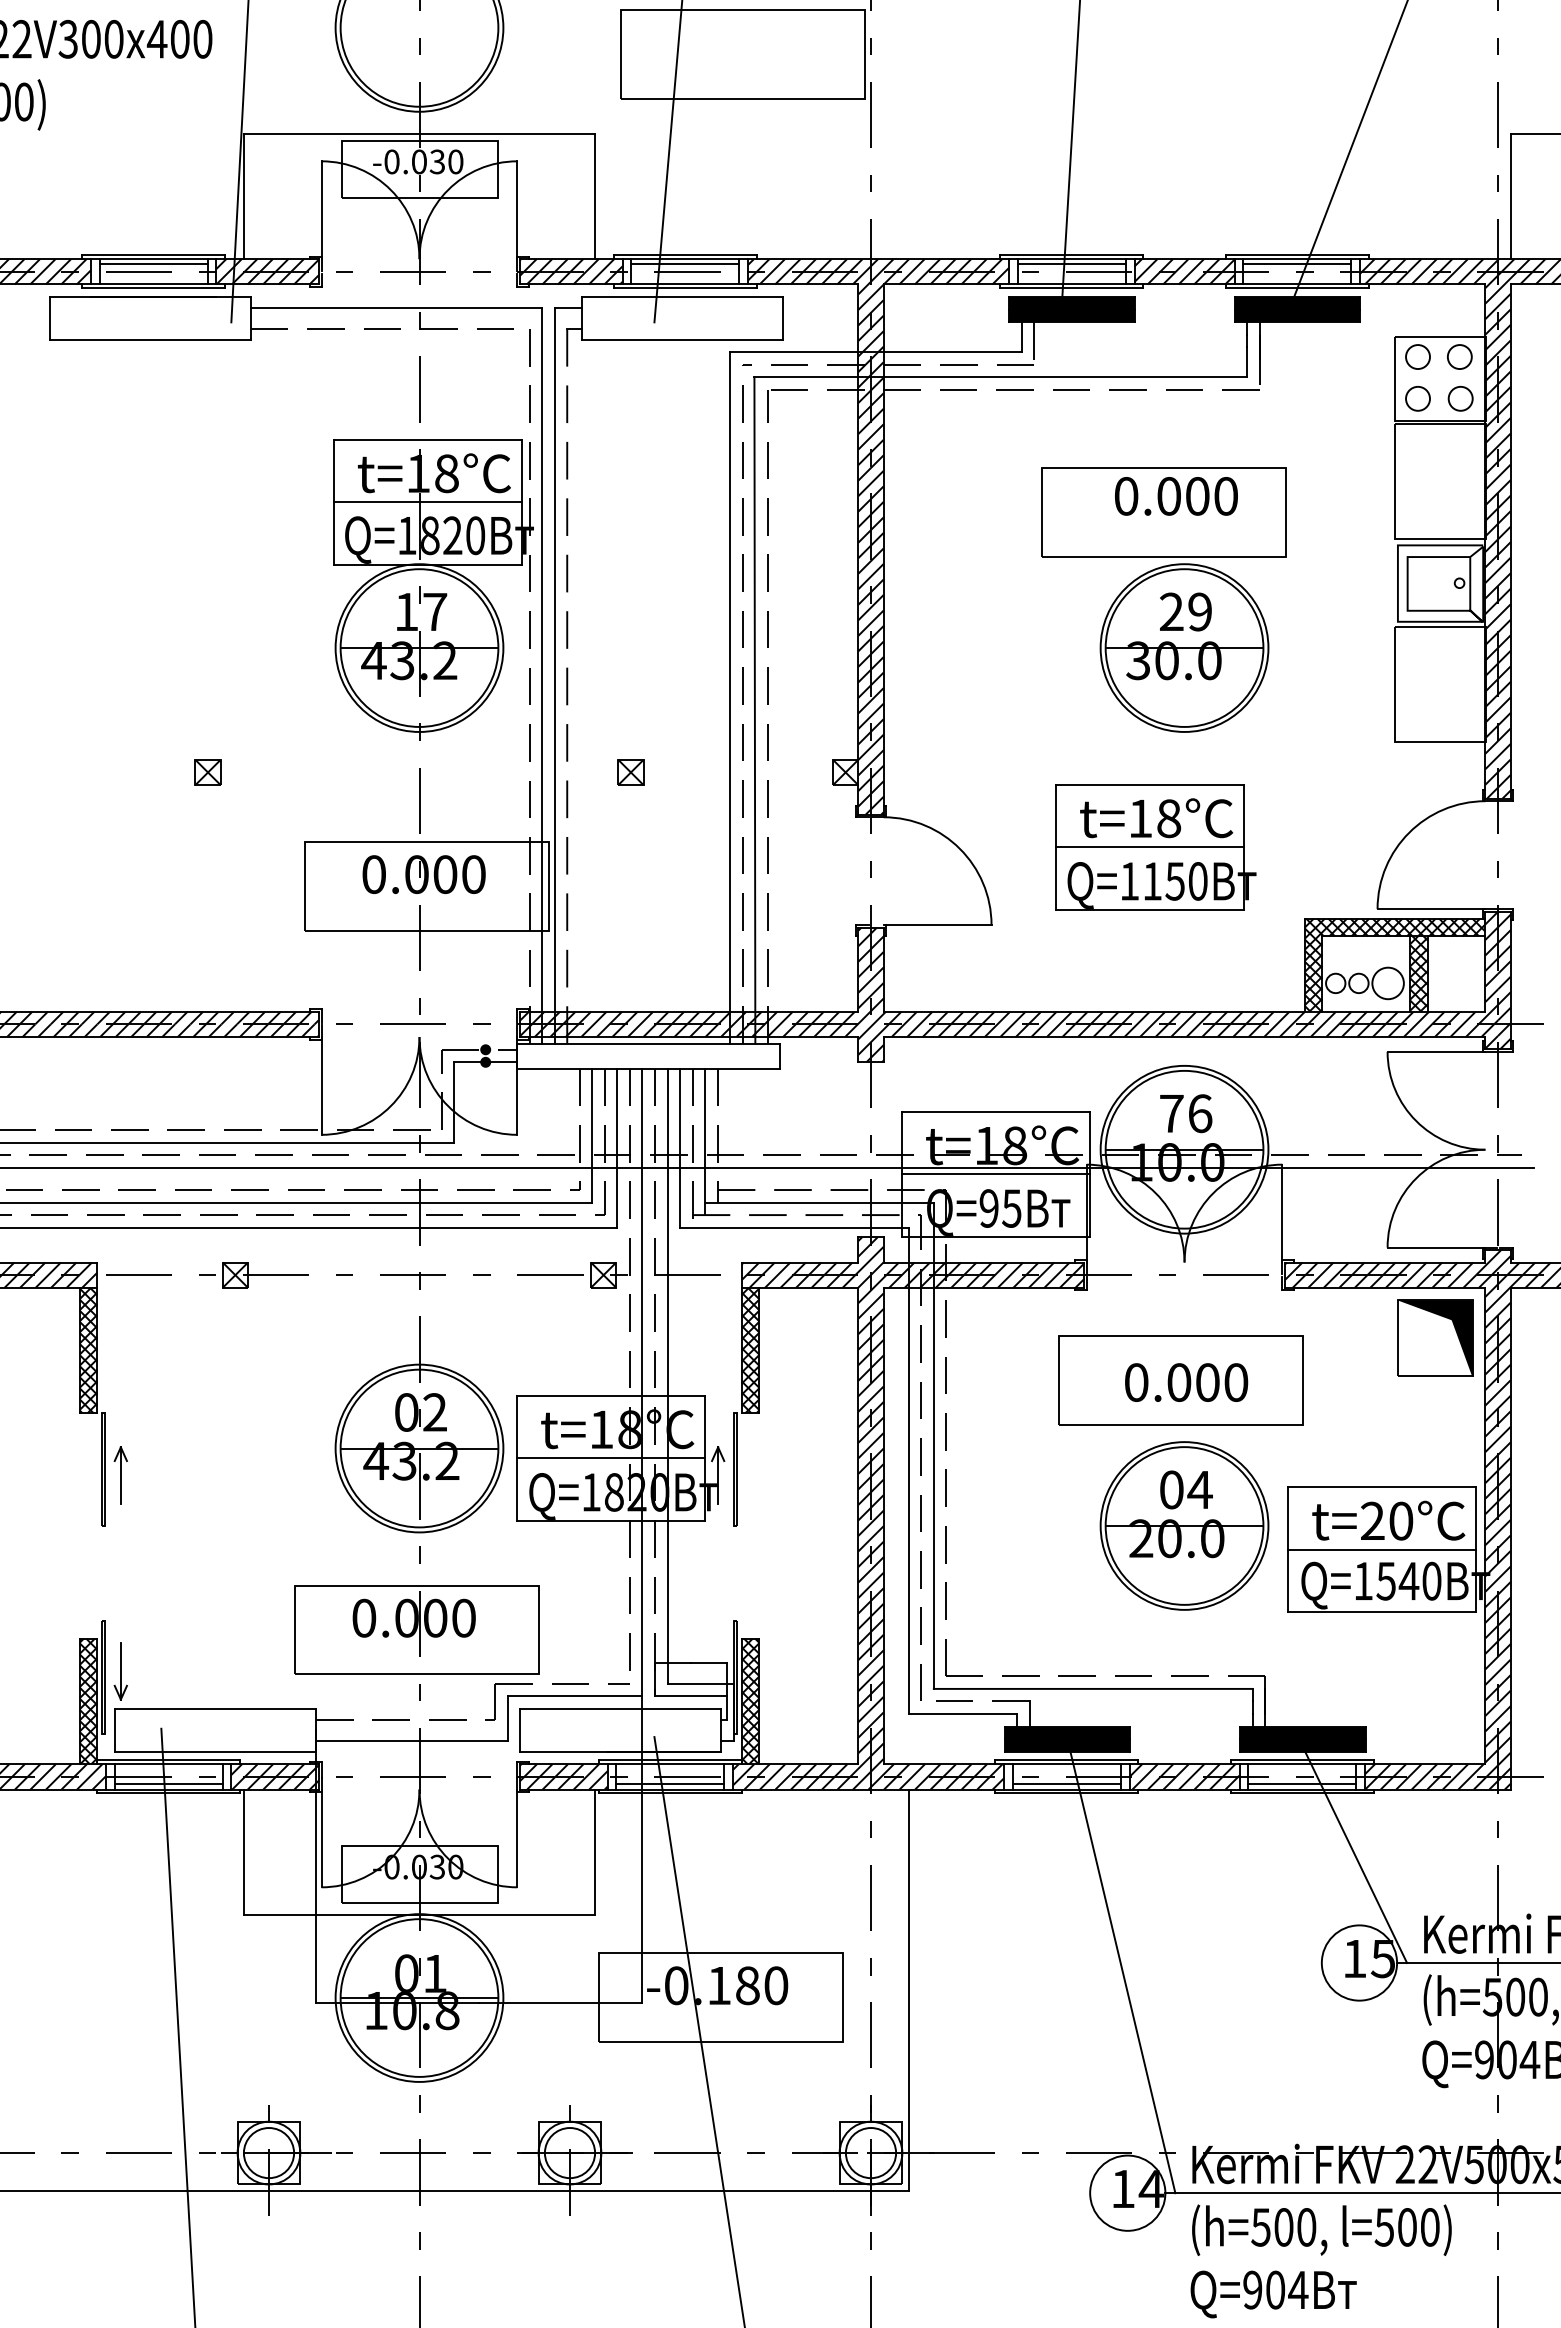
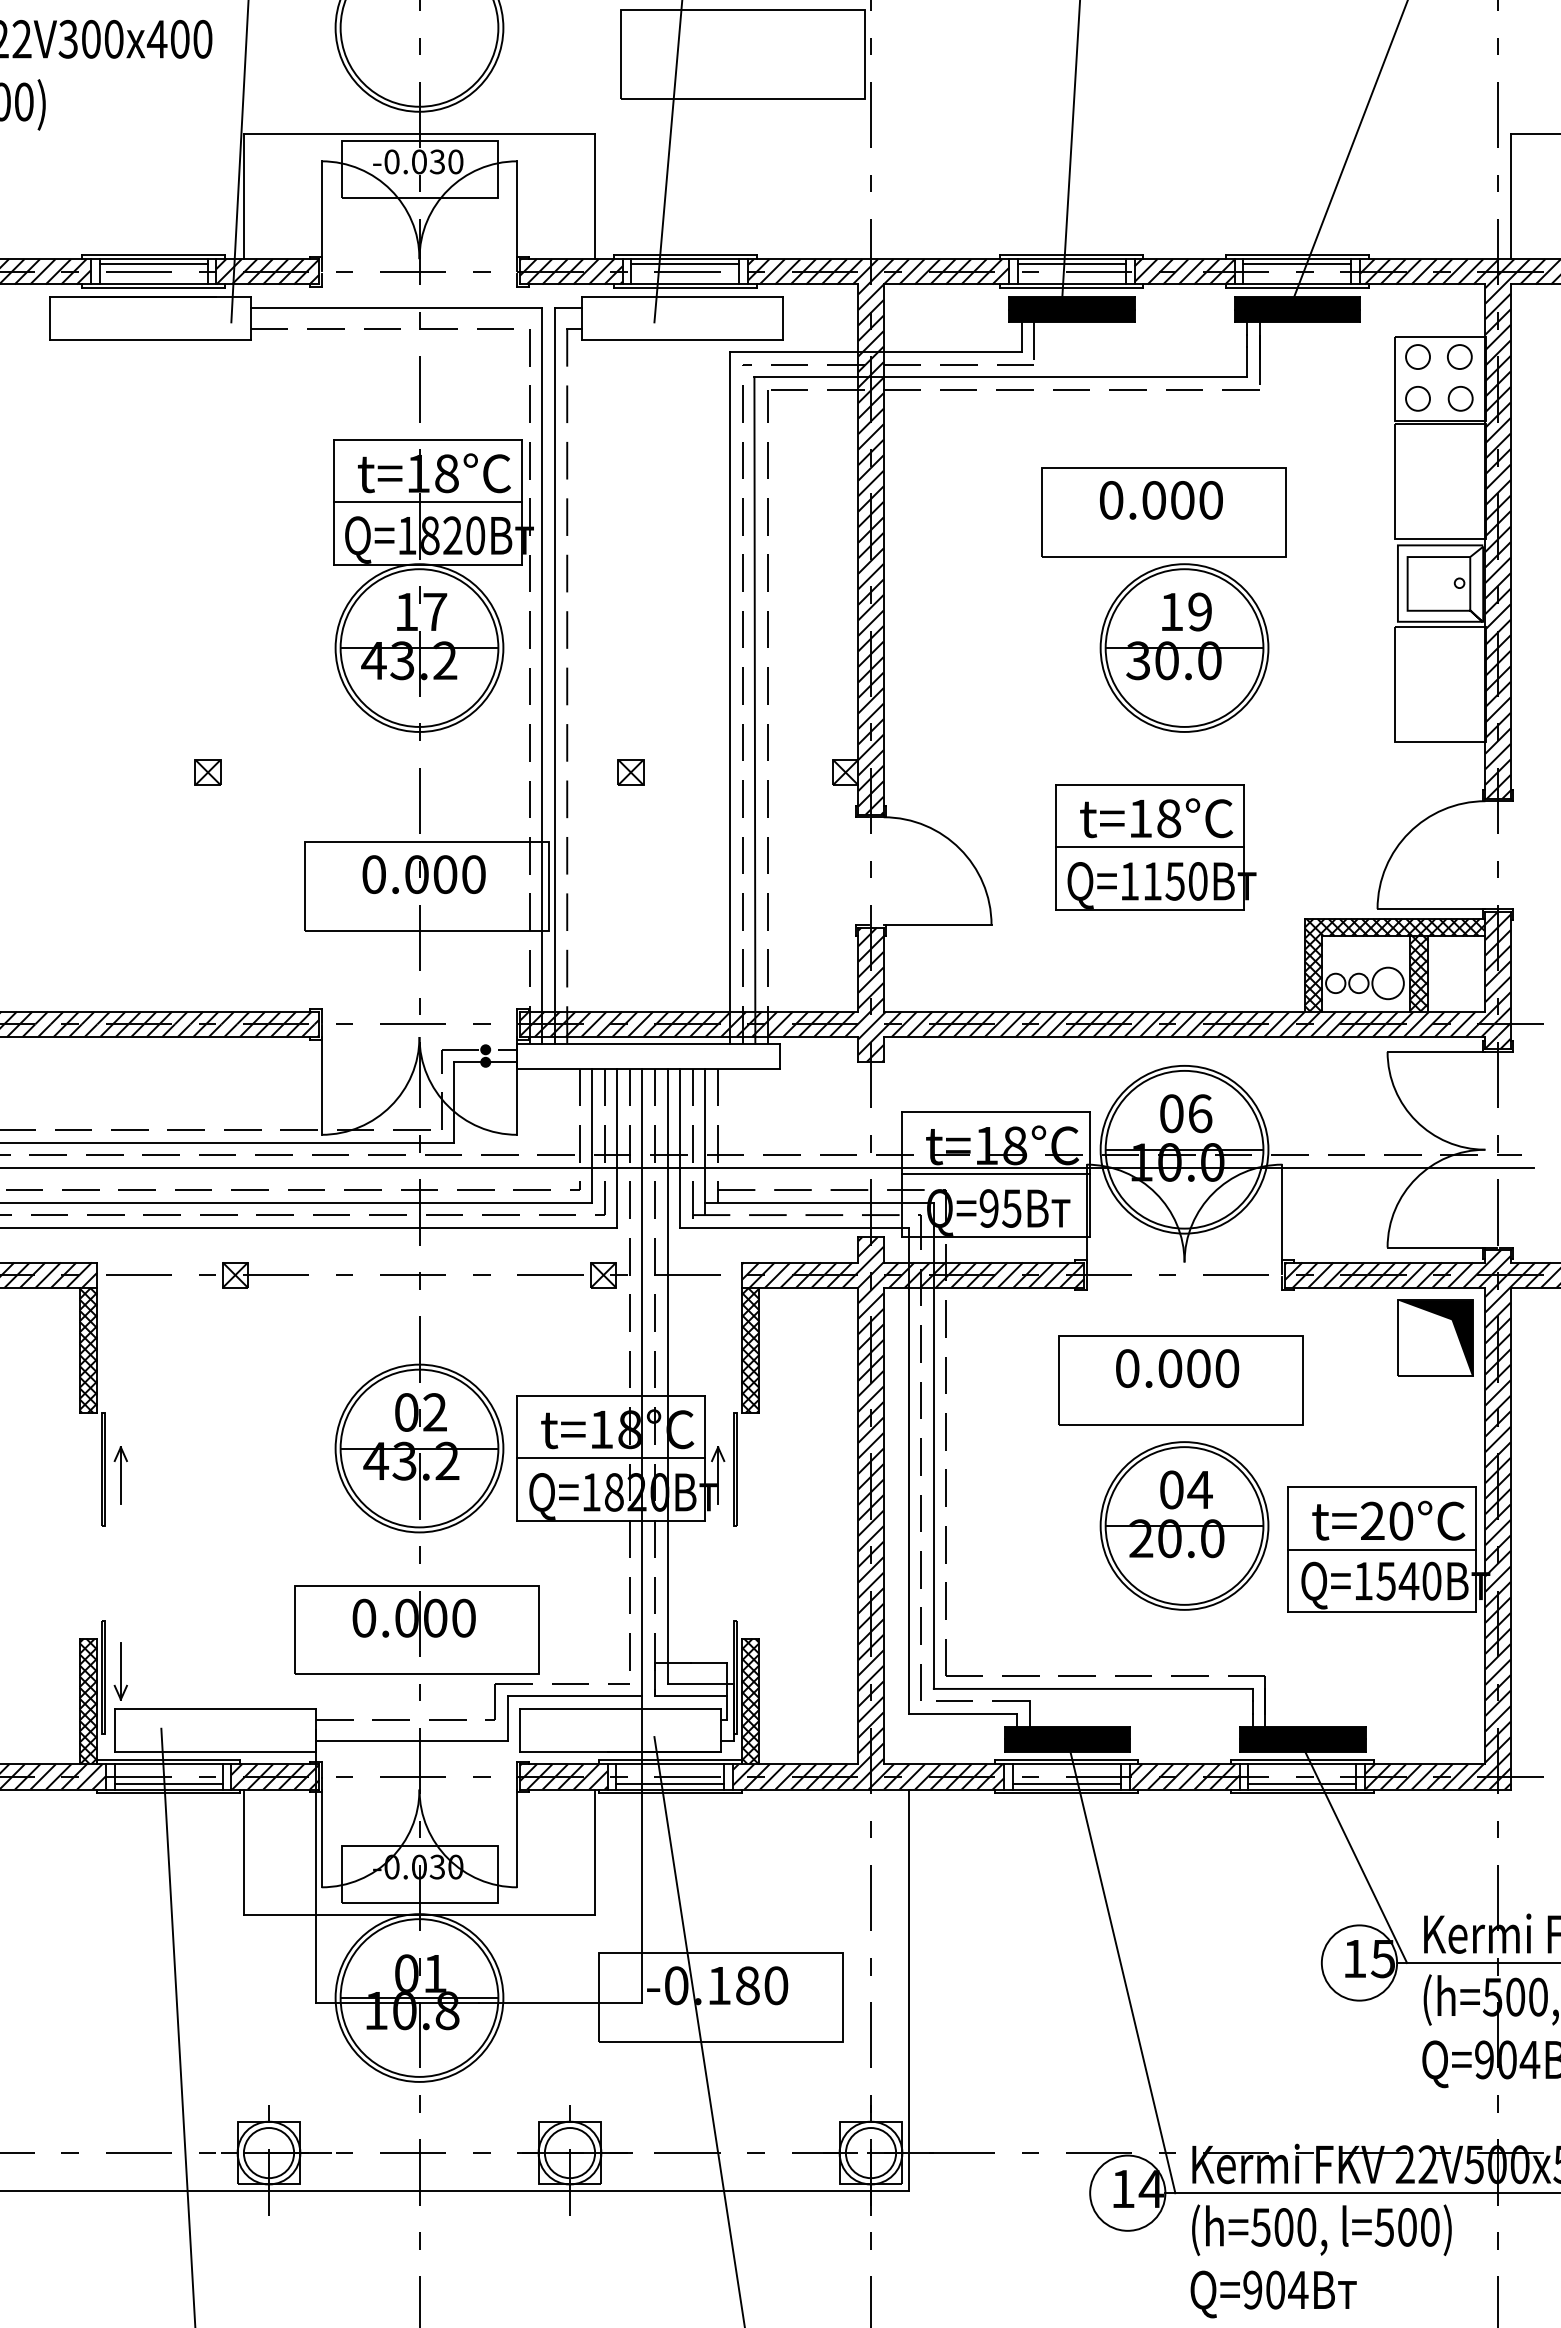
text at (1176, 496) position: (1176, 496) -> (1161, 500)
text at (1171, 611): 29 -> 19
text at (1171, 1113): 76 -> 06
text at (1186, 1382) position: (1186, 1382) -> (1177, 1368)
